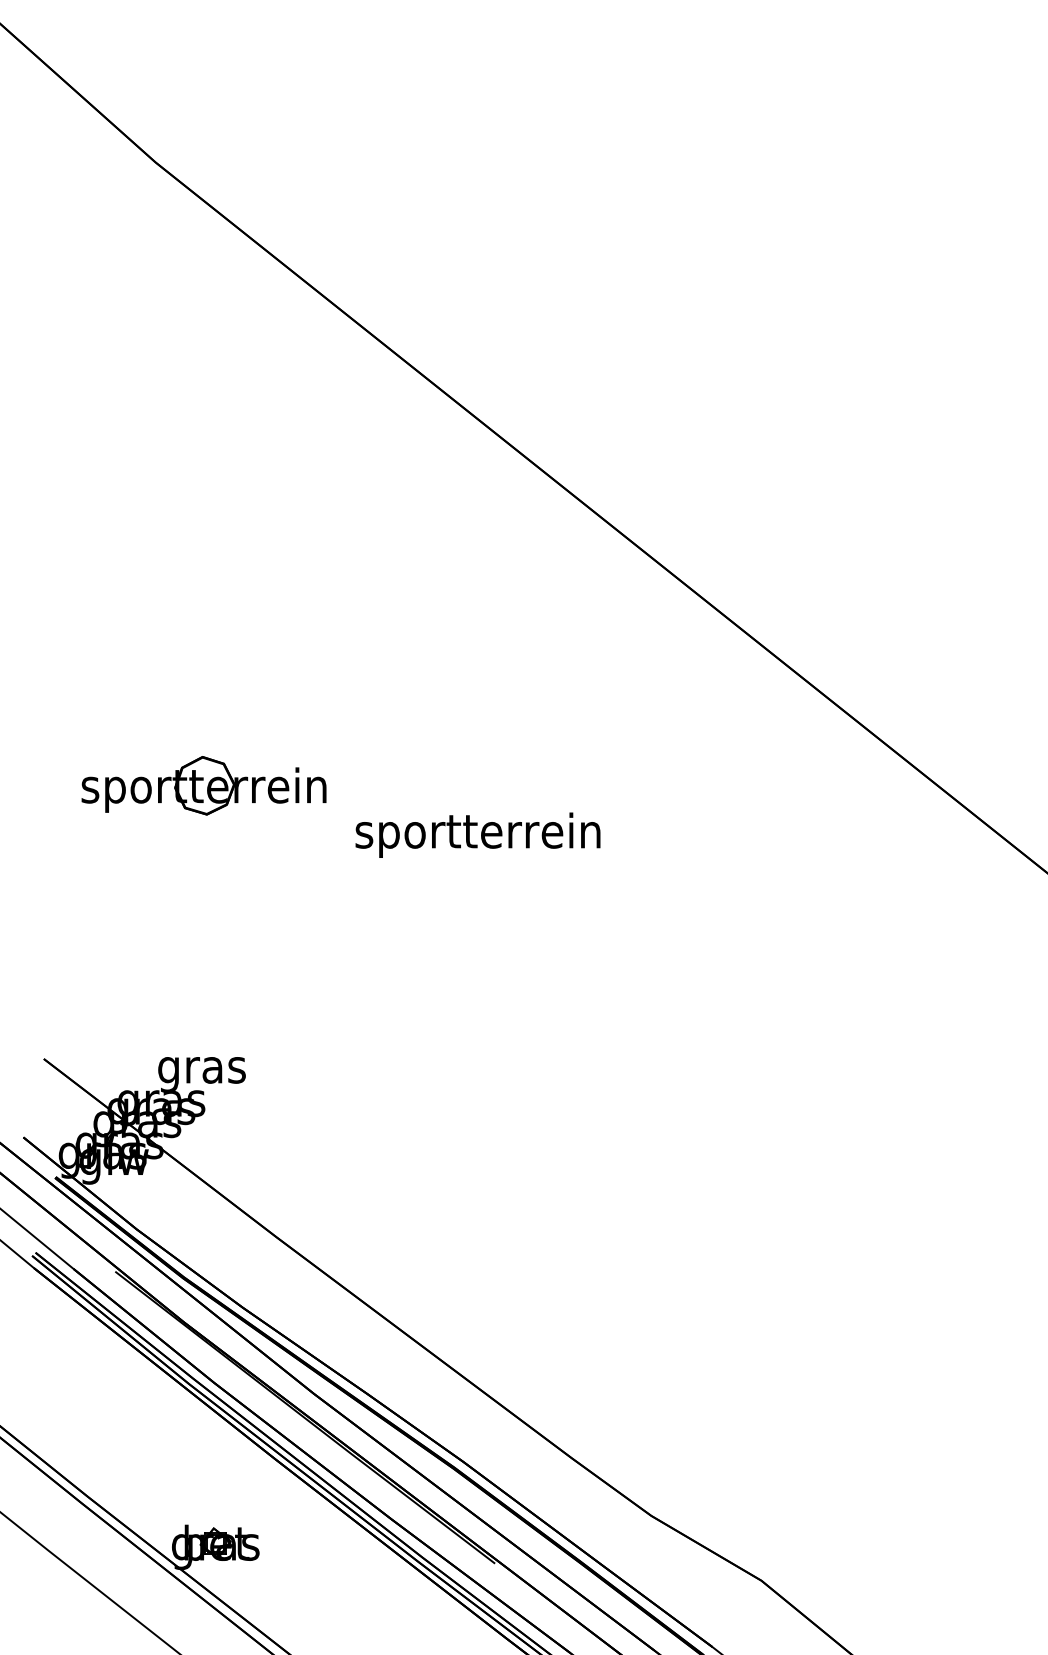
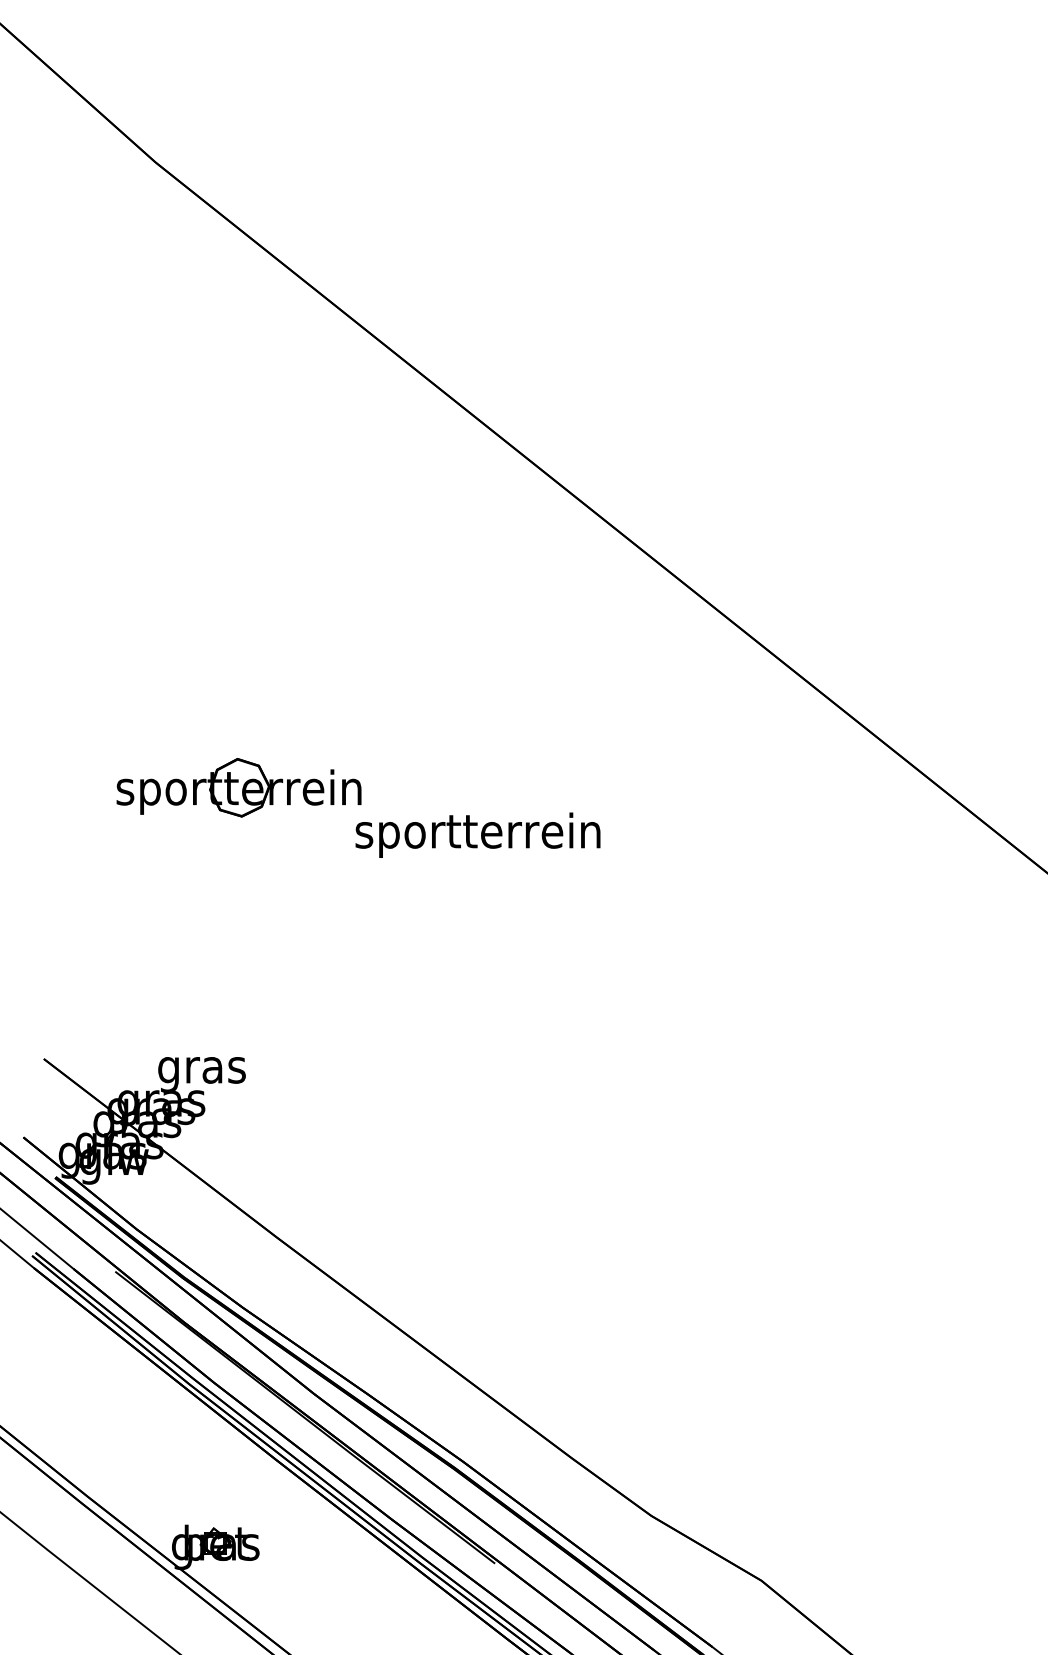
part at (203, 785) position: (203, 785) -> (238, 787)
